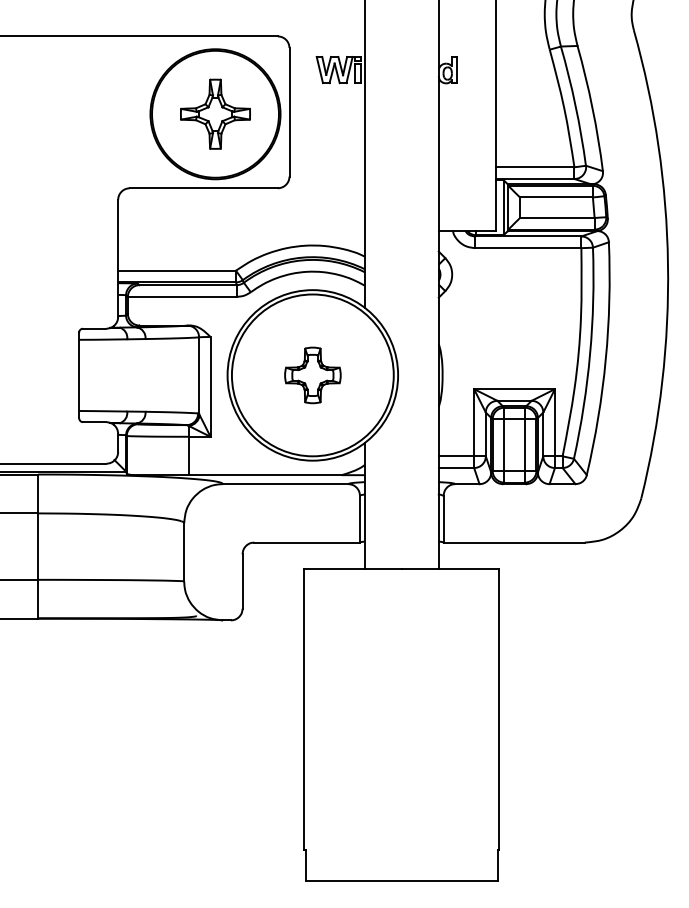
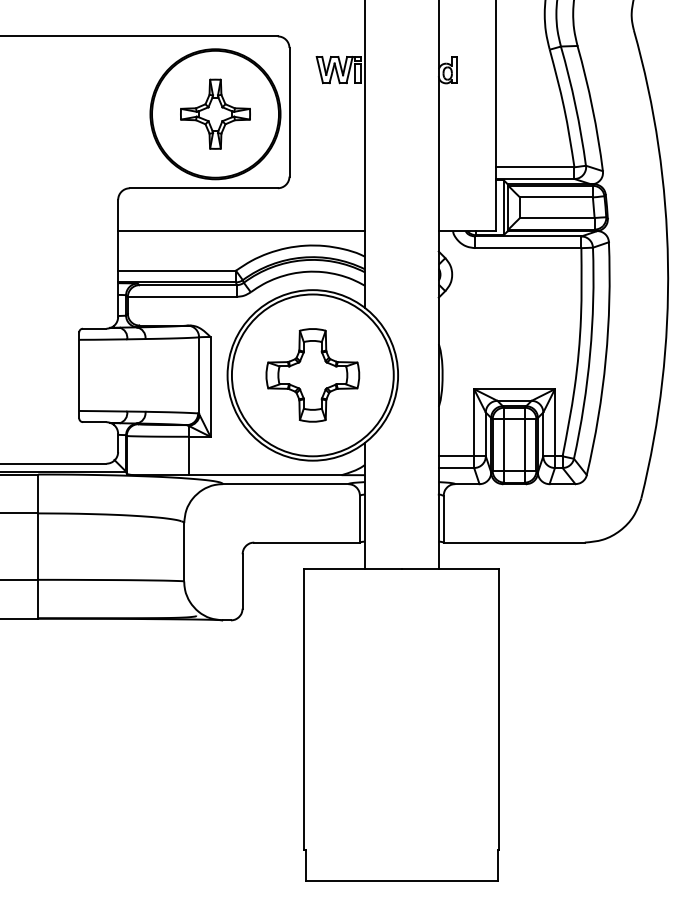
line at (241, 231): none -> present
part at (312, 375) size: 58x59 px -> 96x95 px
